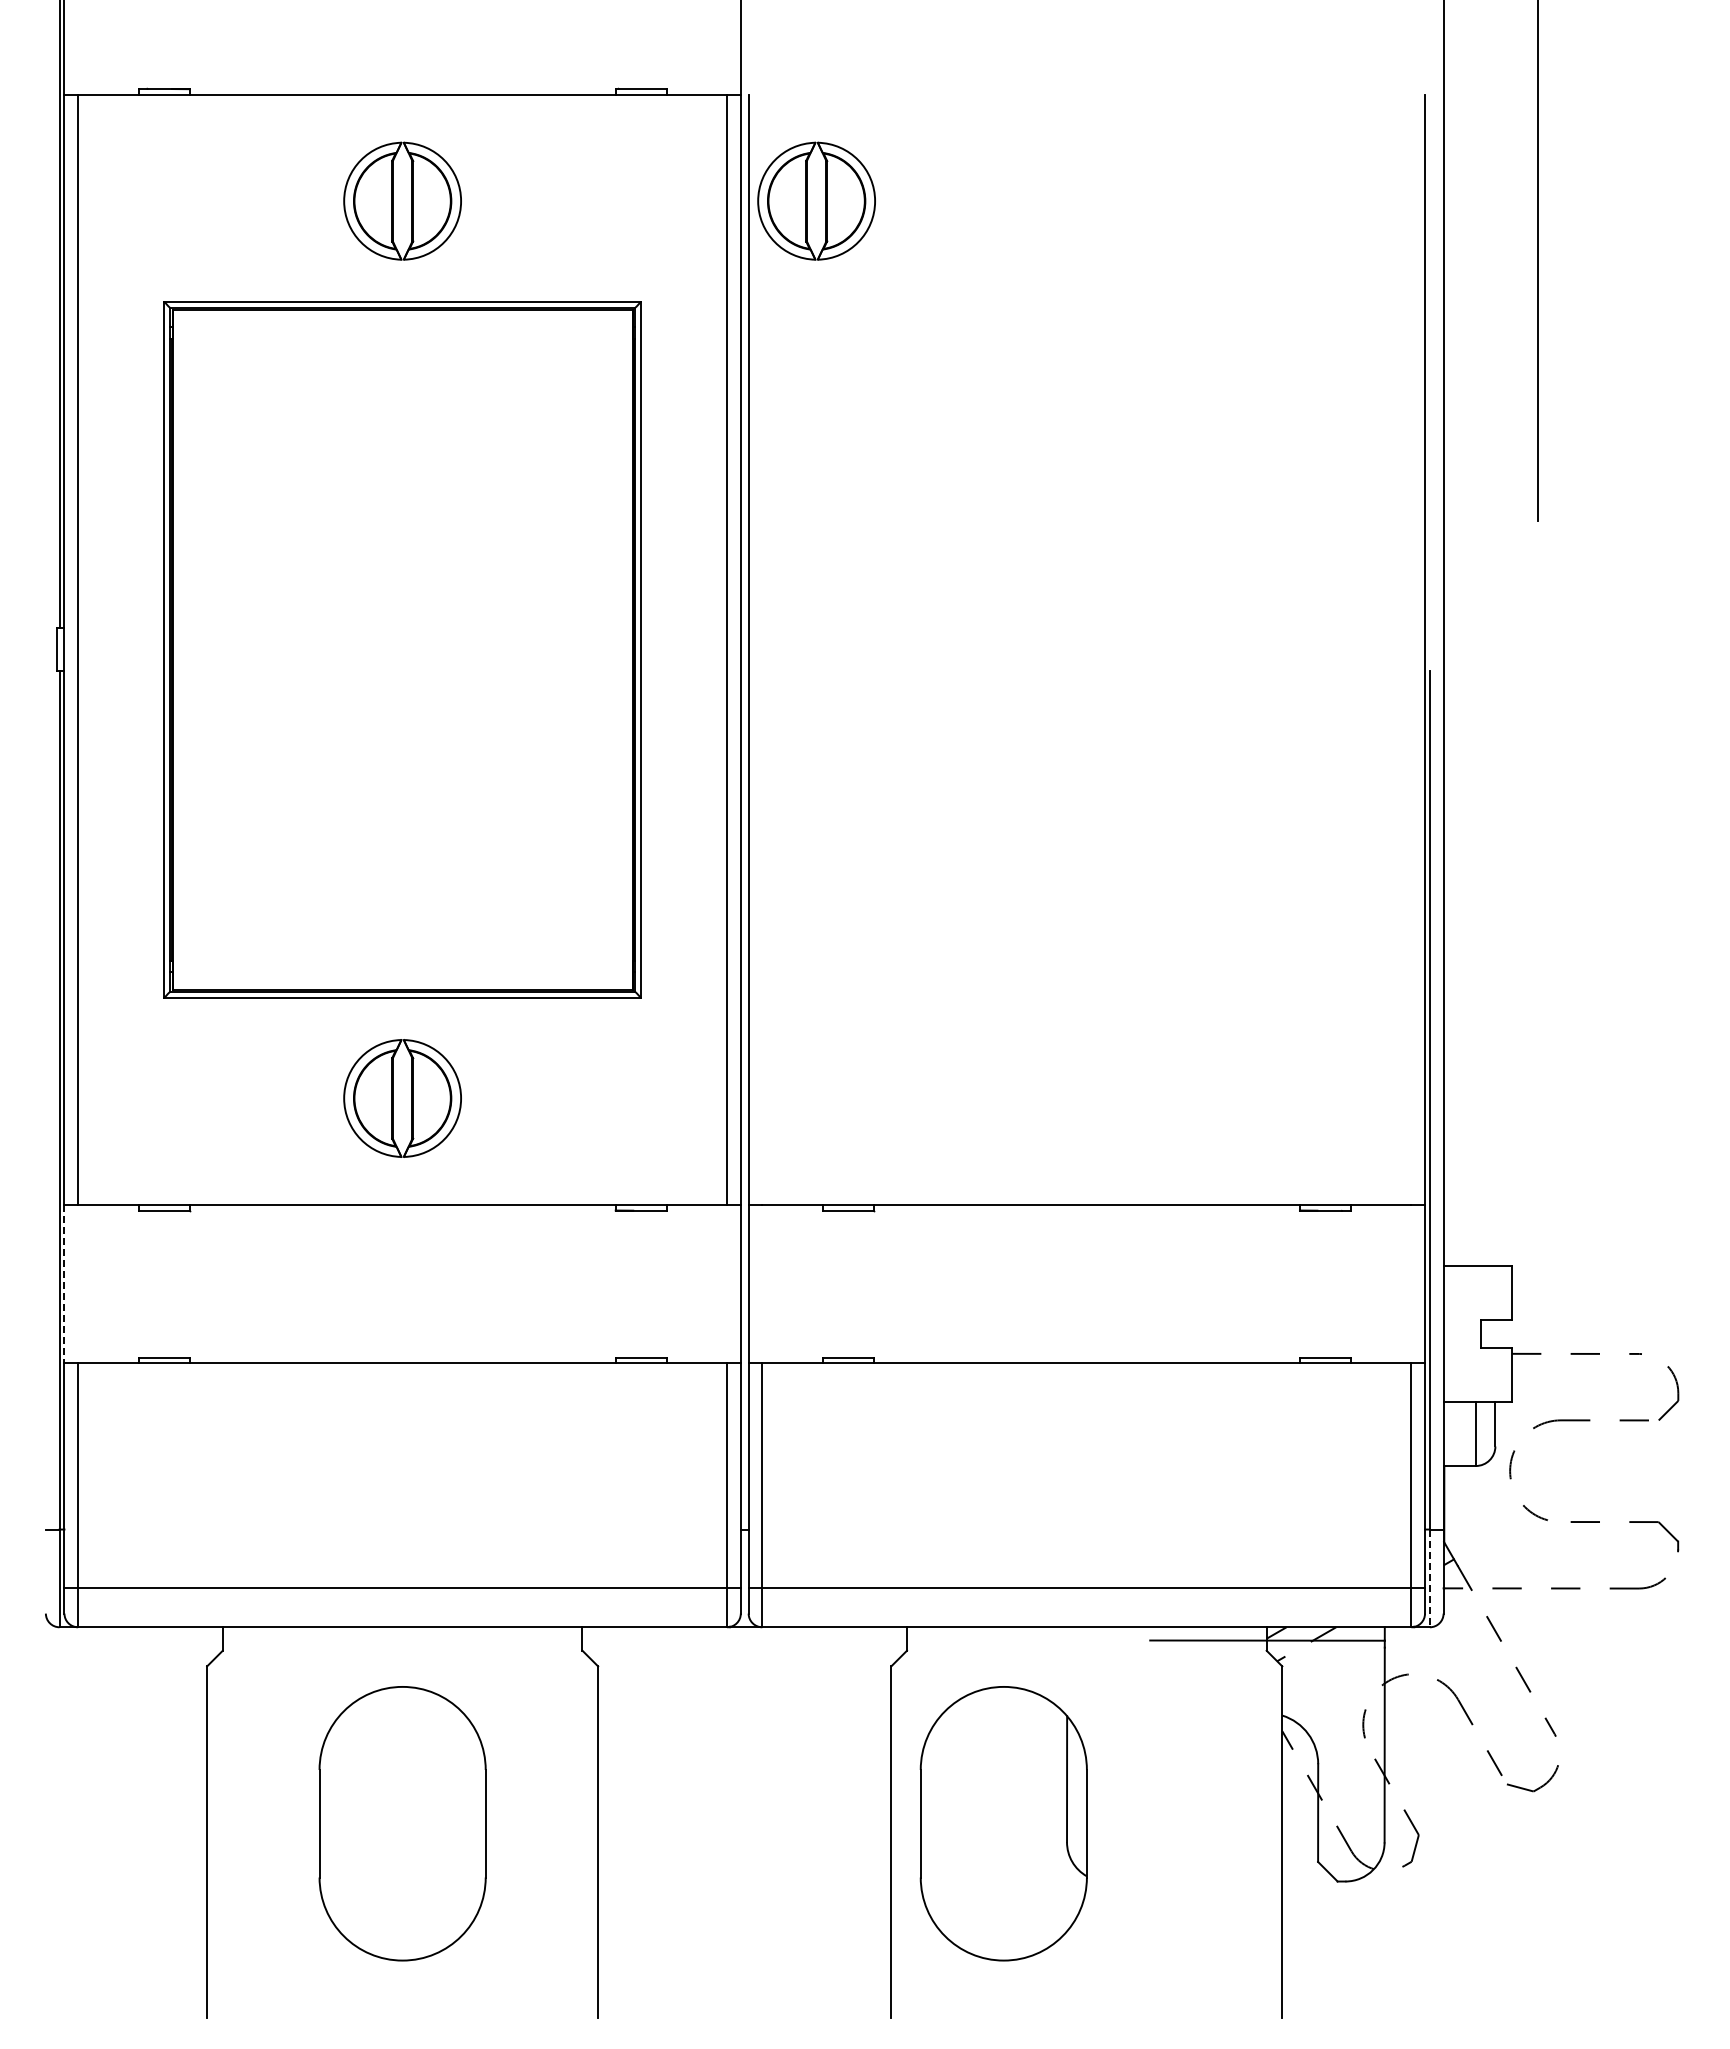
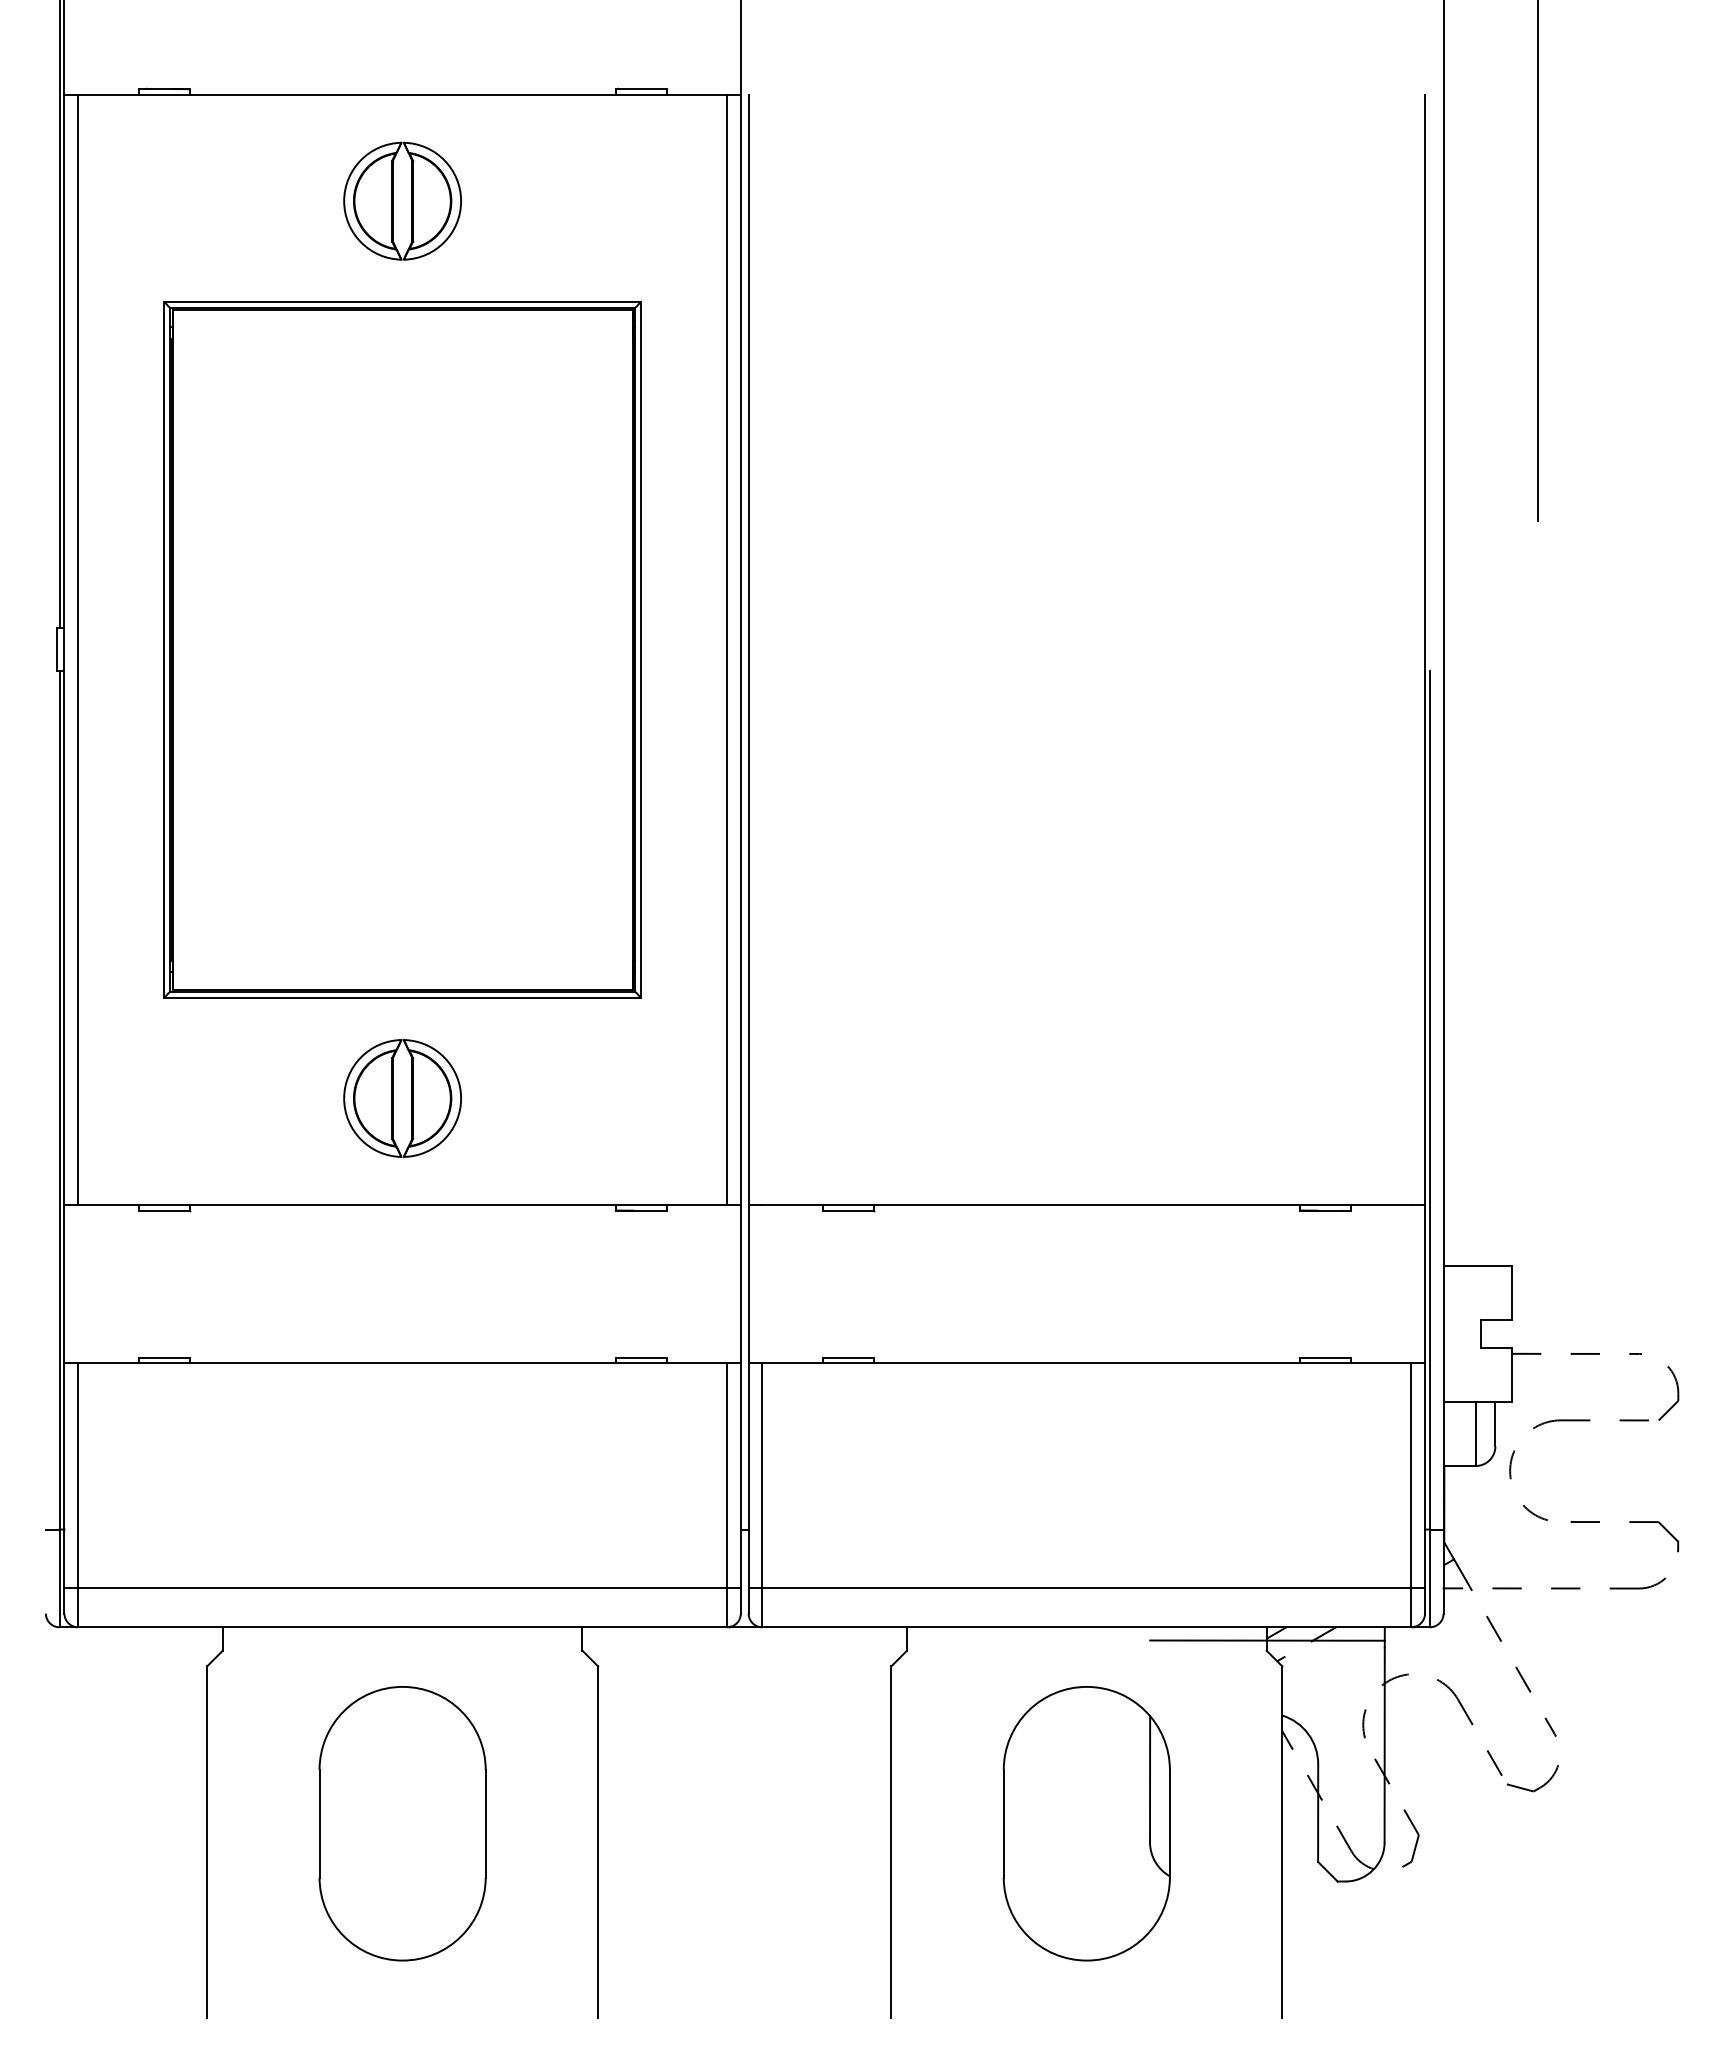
part at (816, 200): present -> none
line at (64, 1284): dashed -> solid
line at (1429, 1578): dashed -> solid
part at (1003, 1823) position: (1003, 1823) -> (1086, 1823)
